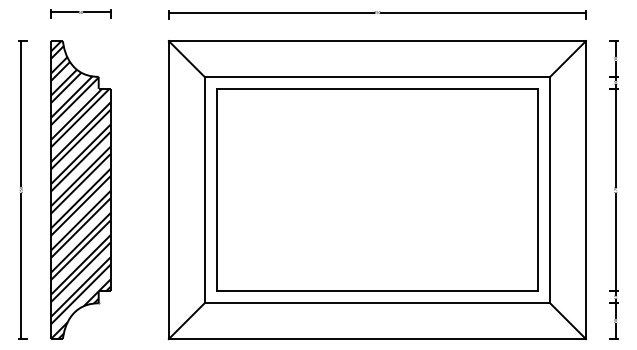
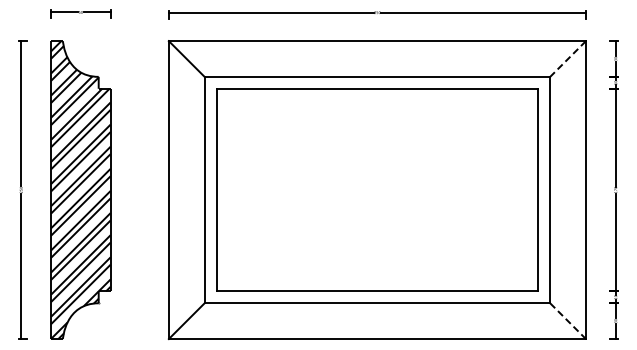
line at (567, 59): solid -> dashed
line at (568, 321): solid -> dashed
